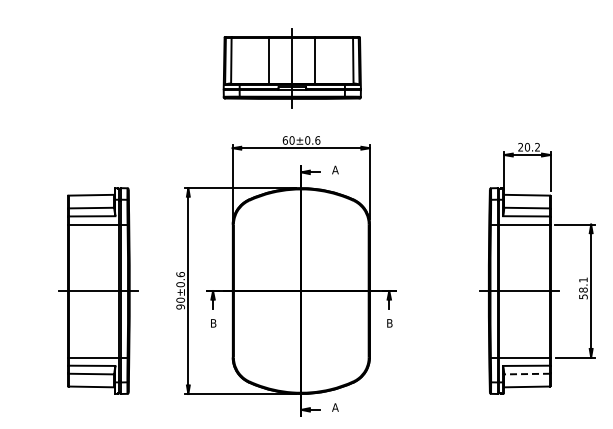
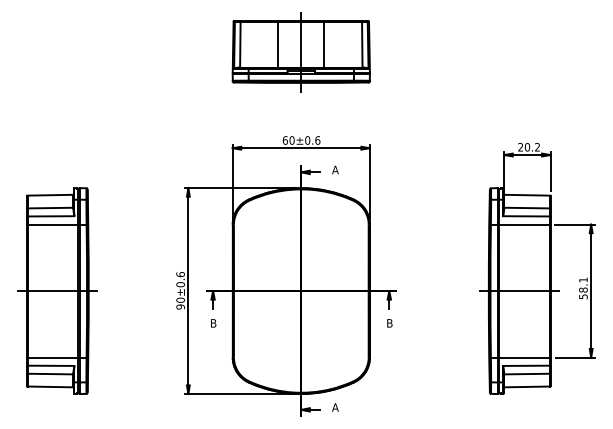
part at (291, 68) position: (291, 68) -> (300, 52)
part at (98, 290) position: (98, 290) -> (57, 290)
line at (527, 374): dashed -> solid
